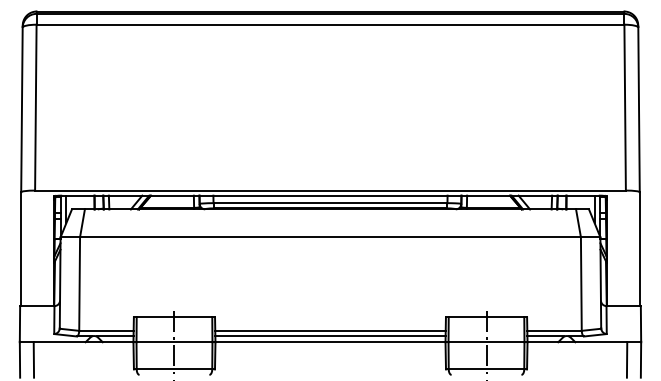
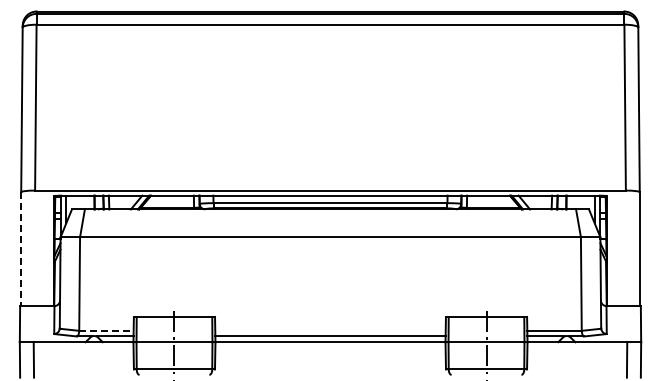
line at (21, 249): solid -> dashed
line at (106, 331): solid -> dashed
line at (330, 331): present -> none
